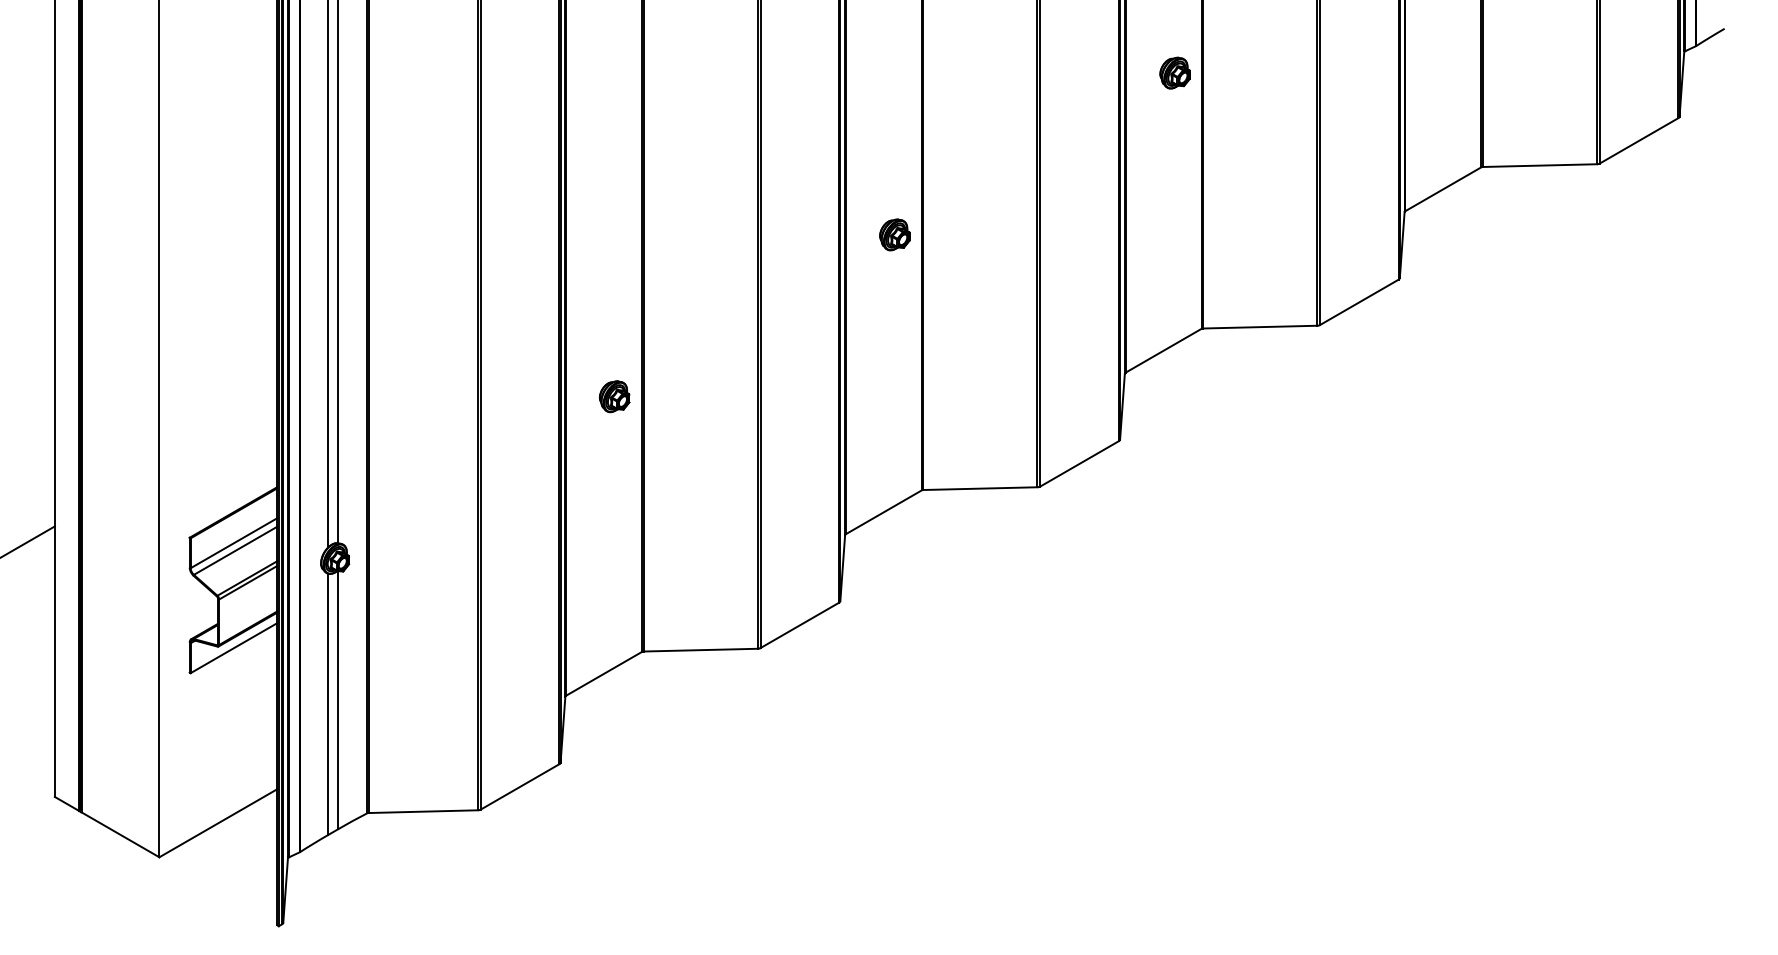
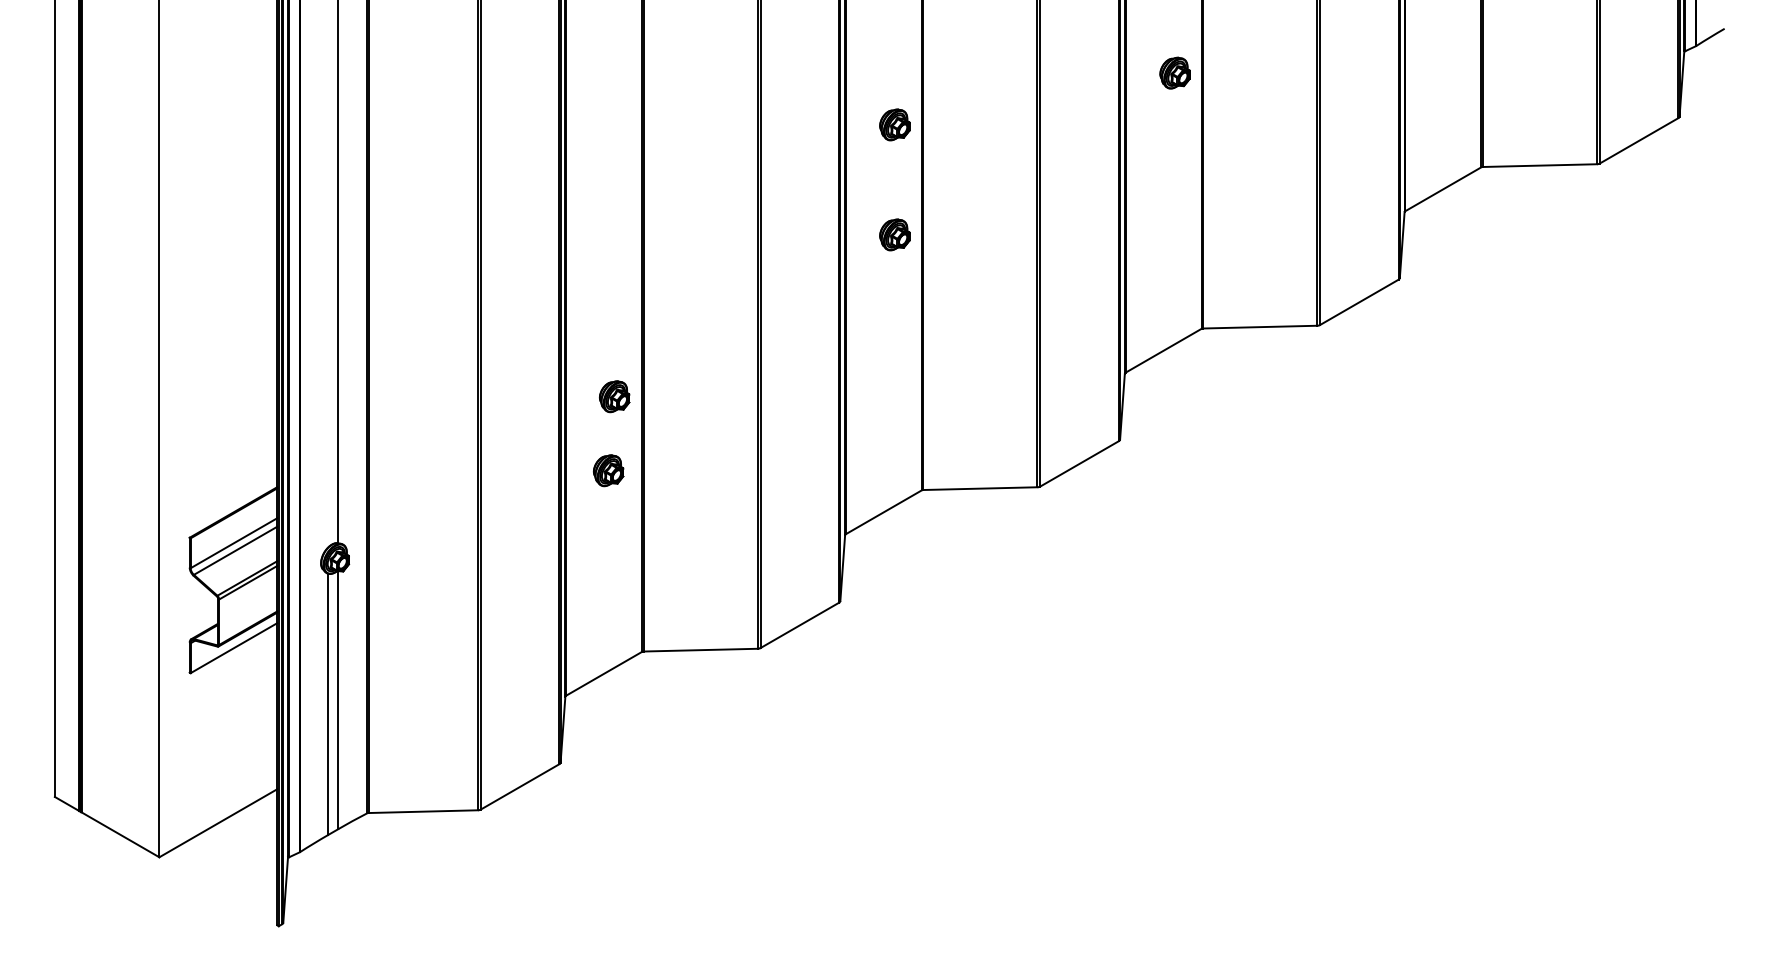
part at (894, 124): none -> present
line at (328, 274): present -> none
part at (608, 470): none -> present
line at (28, 541): present -> none
